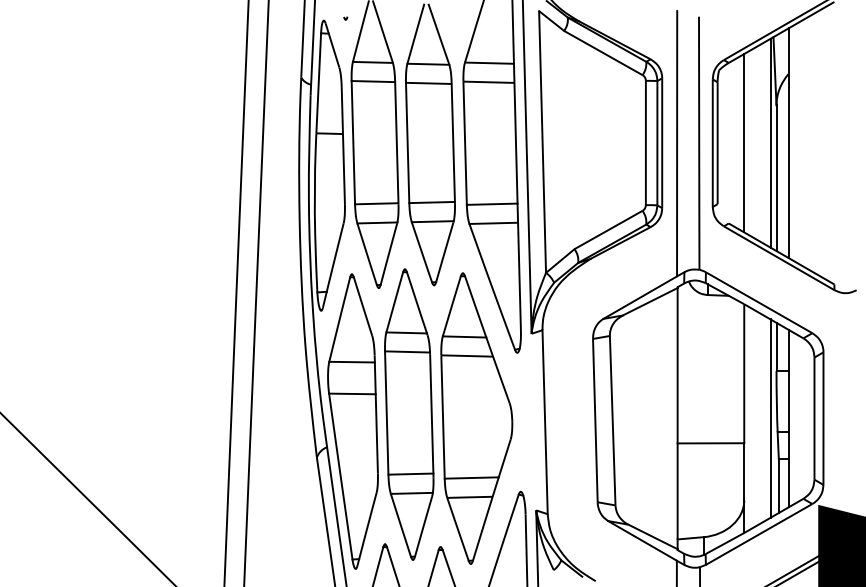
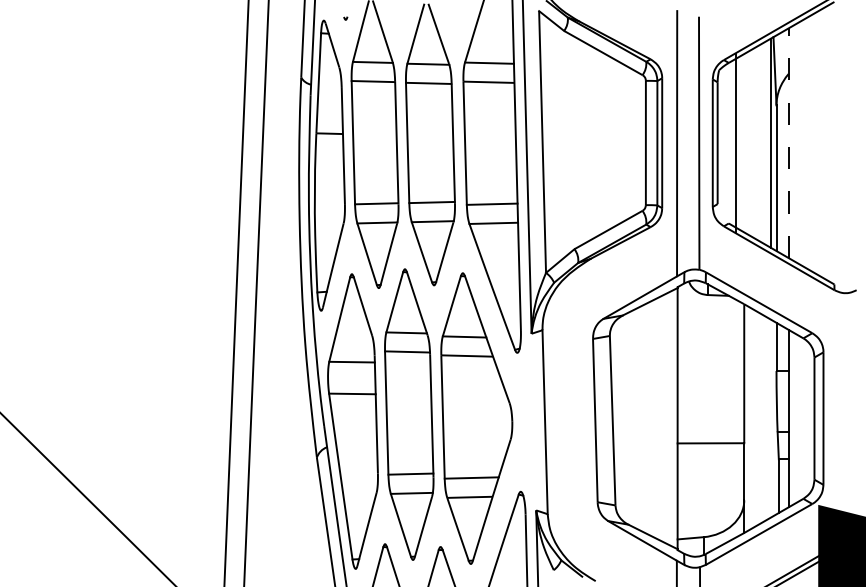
line at (744, 143) position: (744, 143) -> (736, 143)
line at (788, 143): solid -> dashed
line at (770, 418): present -> none
